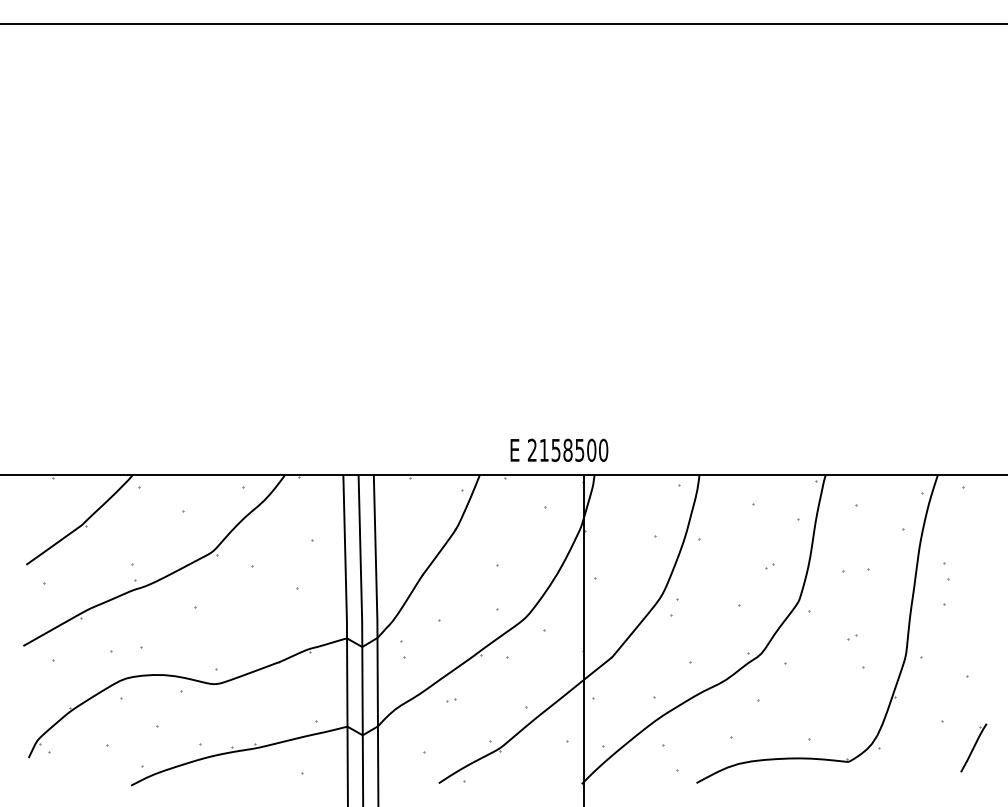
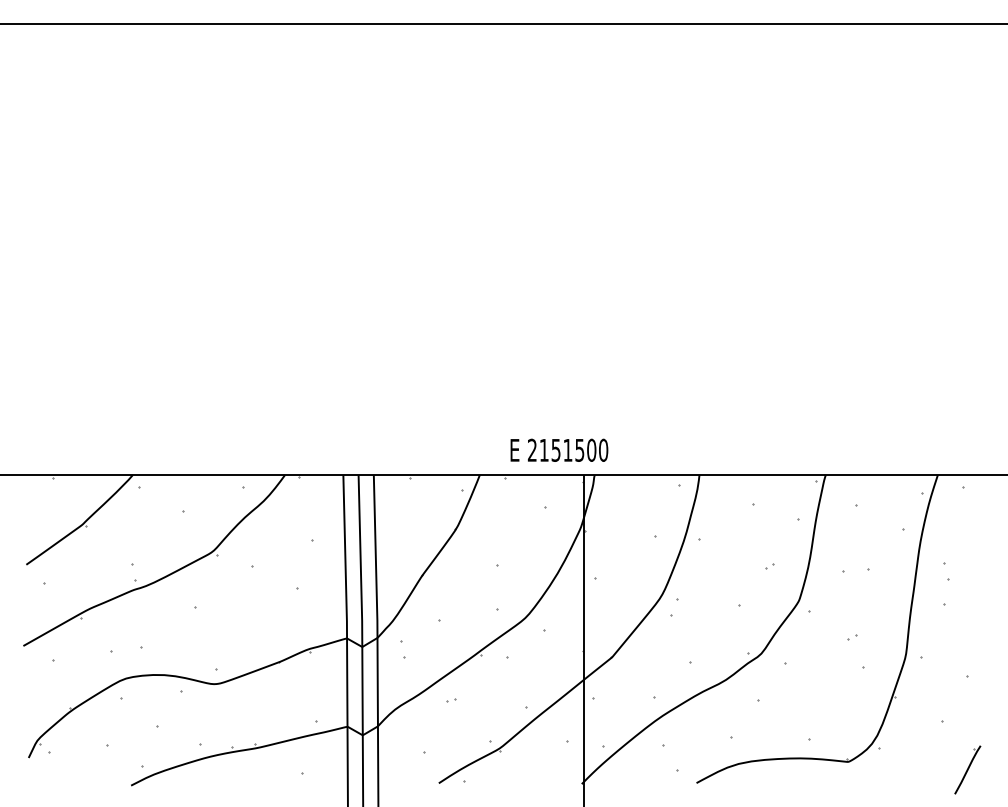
text at (567, 449): 2158500 -> 2151500
part at (973, 747) position: (973, 747) -> (967, 769)
